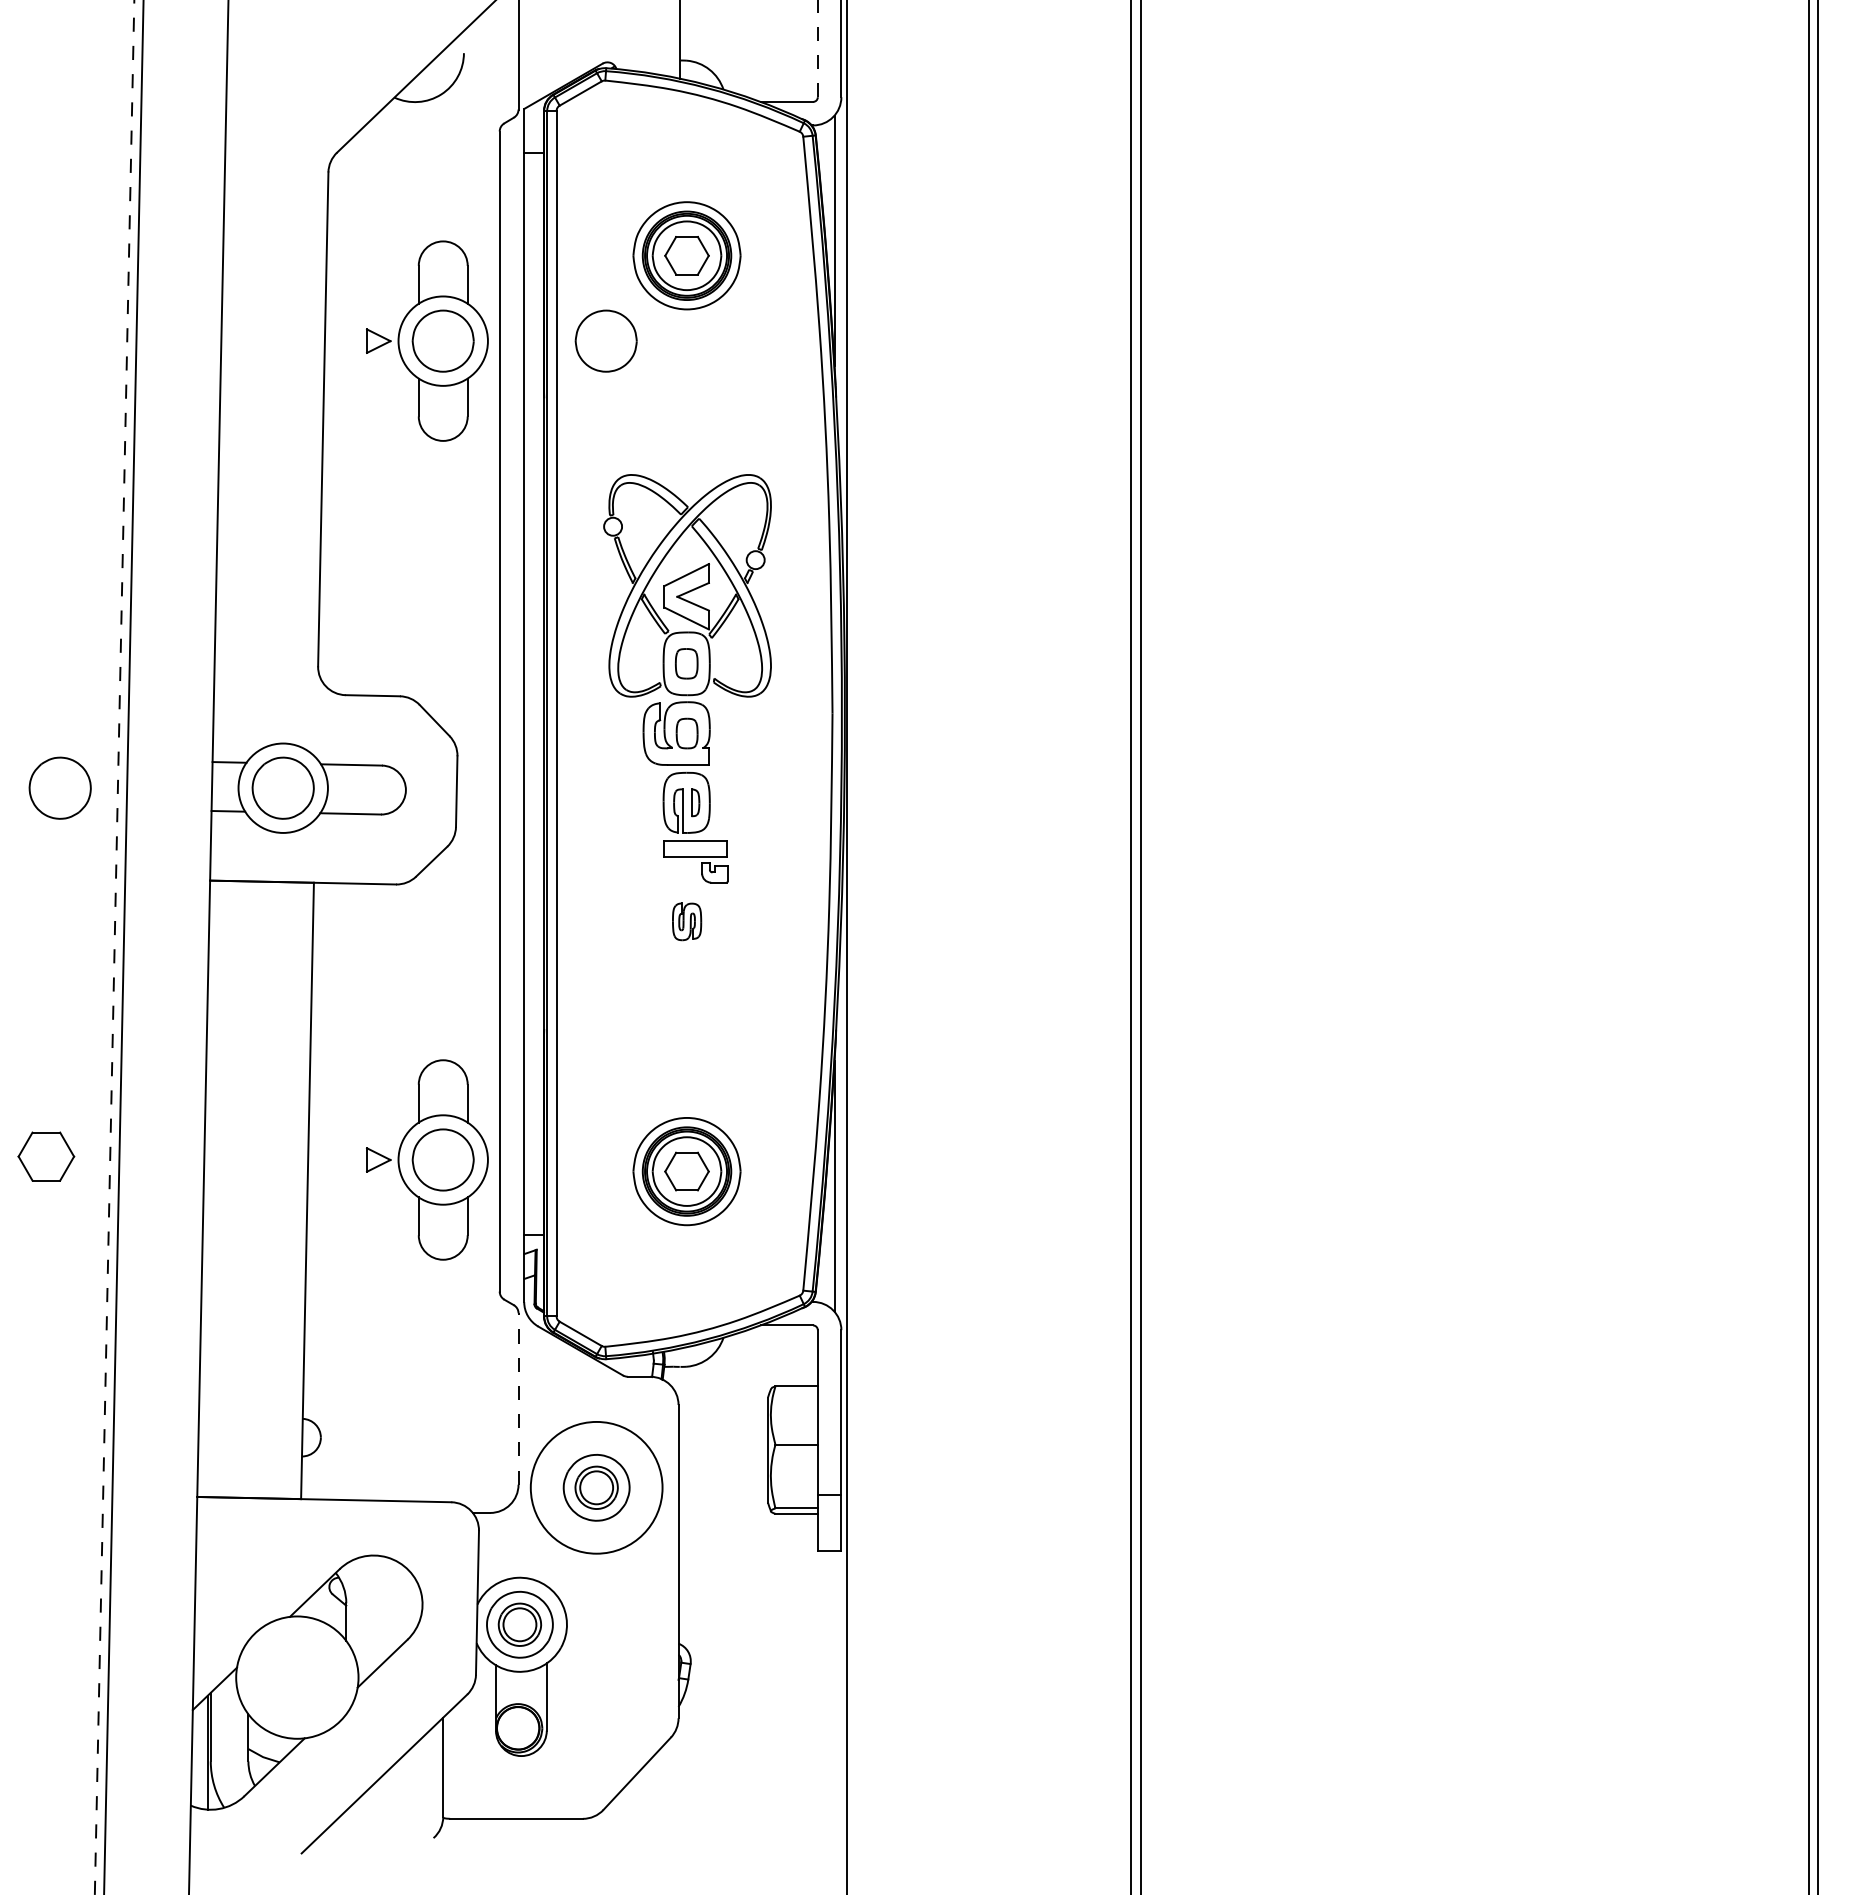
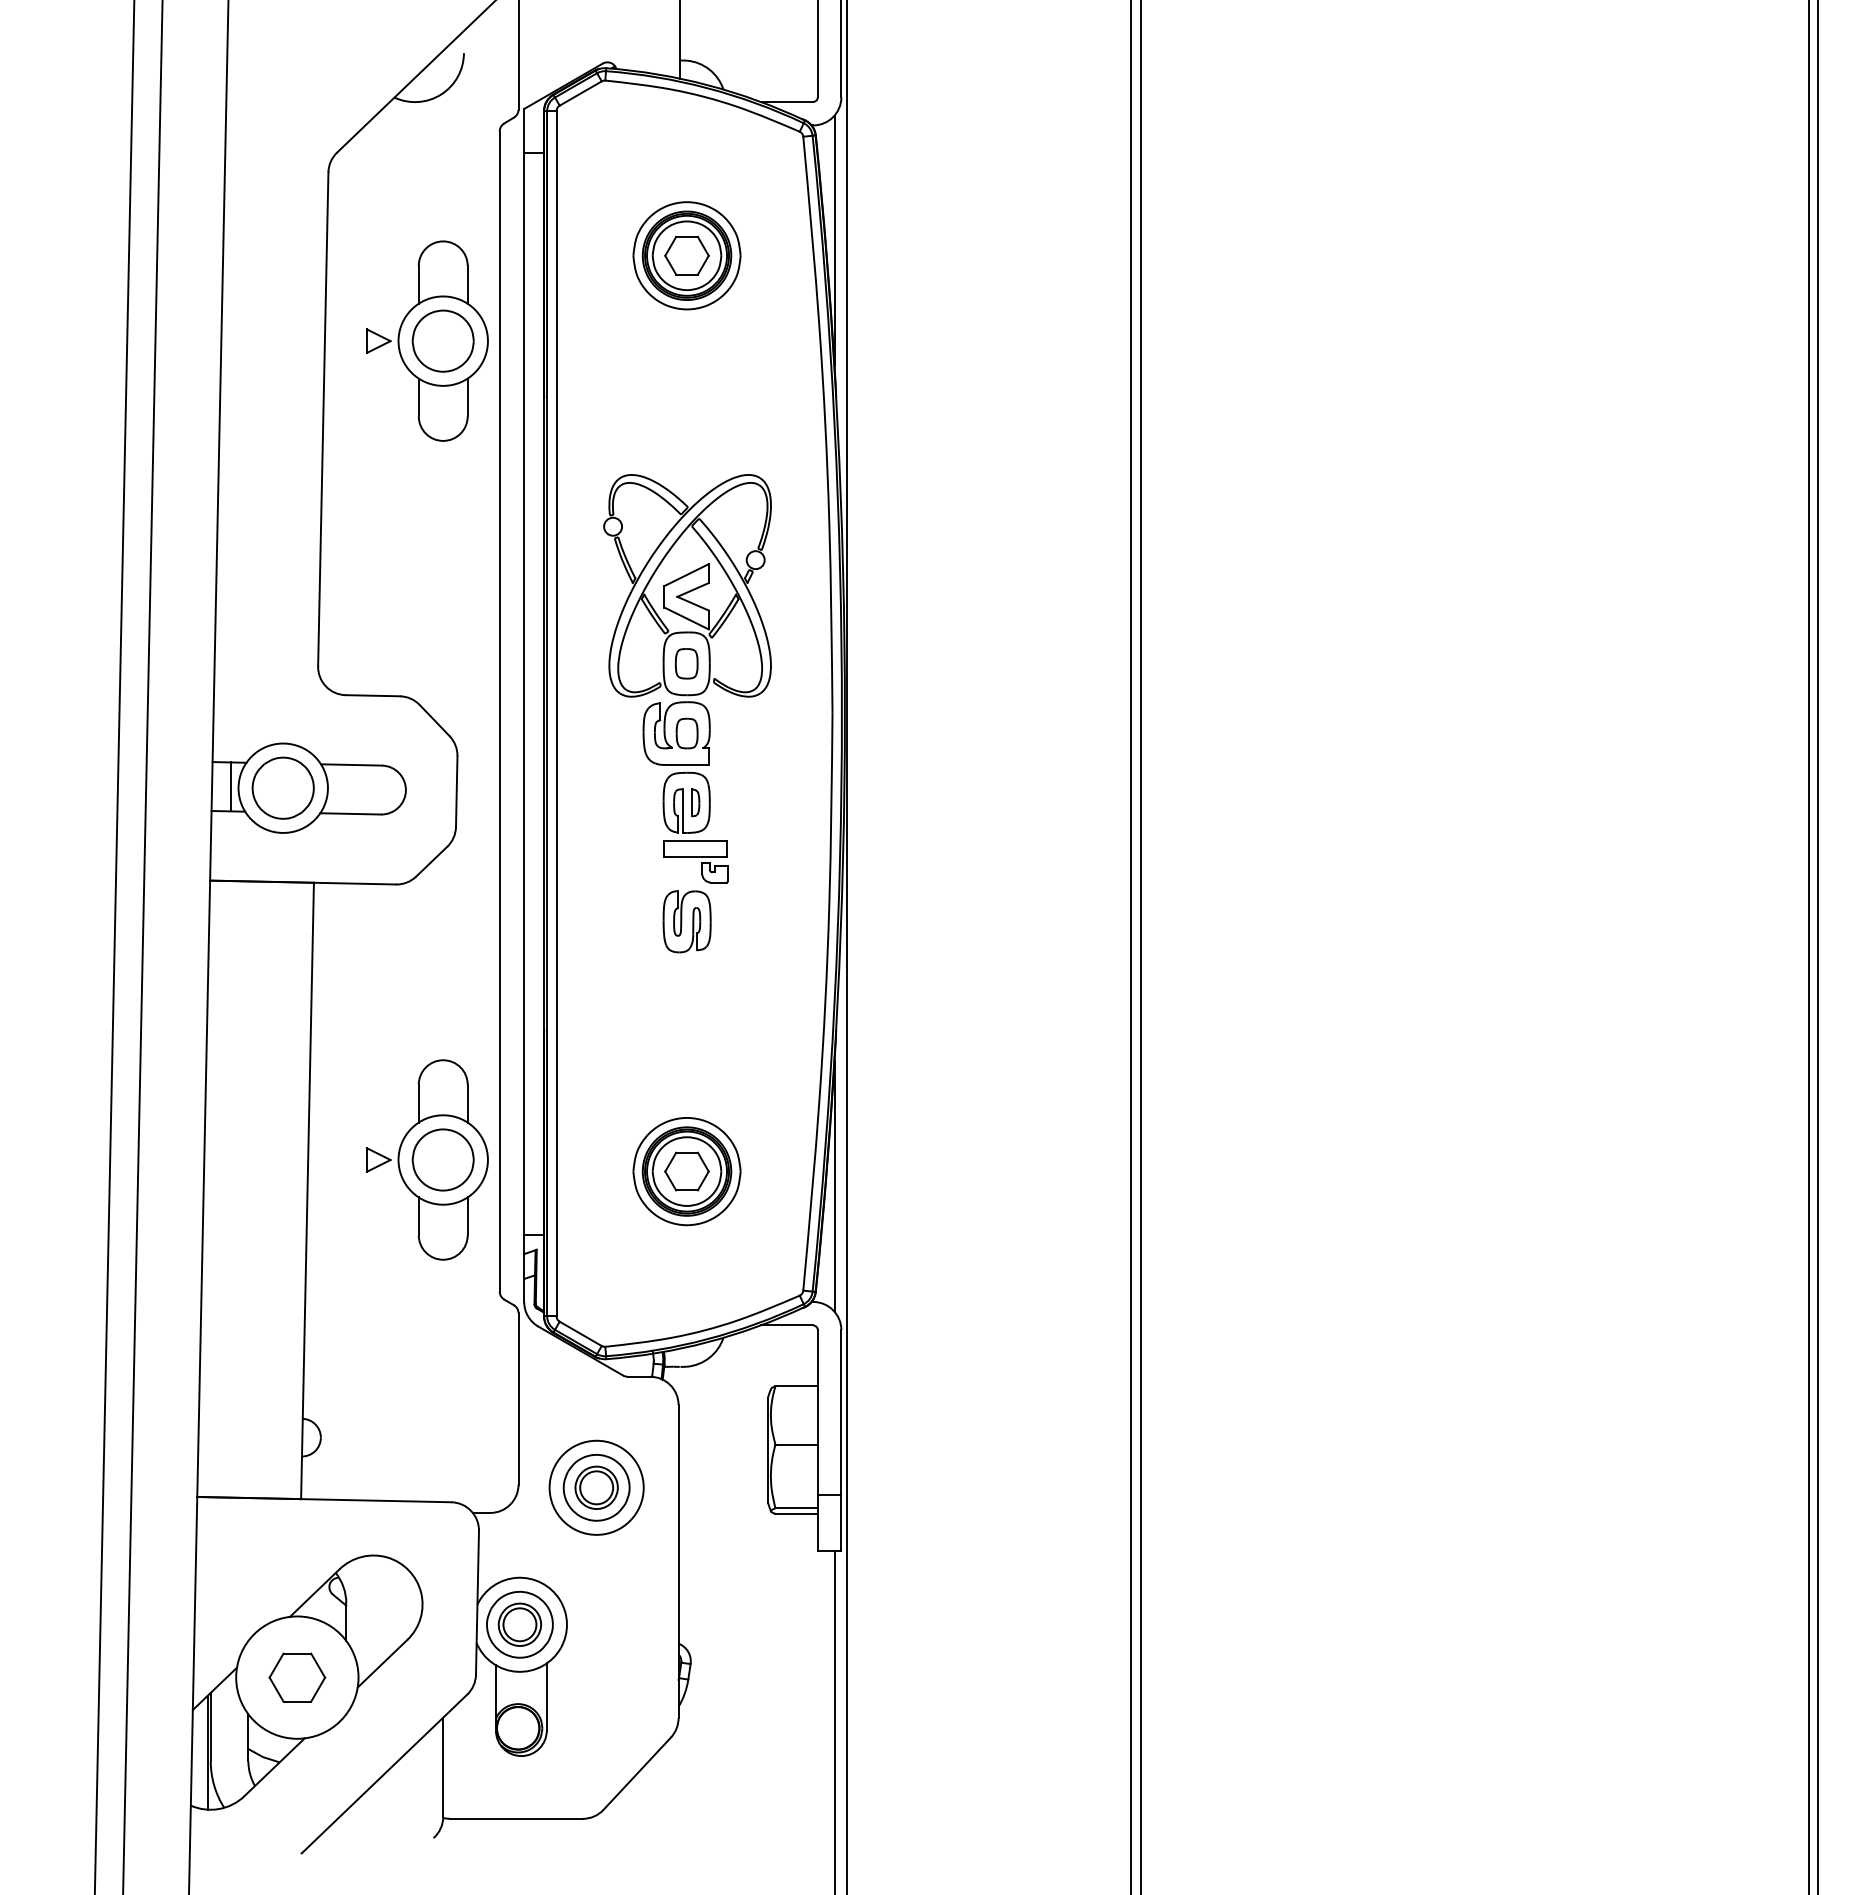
line at (817, 48): dashed -> solid
part at (605, 340): present -> none
line at (231, 786): none -> present
part at (59, 787): present -> none
part at (687, 921) size: 31x40 px -> 50x64 px
line at (123, 946) position: (123, 946) -> (142, 946)
line at (114, 947): dashed -> solid
part at (46, 1156) position: (46, 1156) -> (297, 1677)
line at (518, 1399): dashed -> solid
circle at (596, 1487) diameter: 132 px -> 94 px
line at (834, 1721): none -> present
